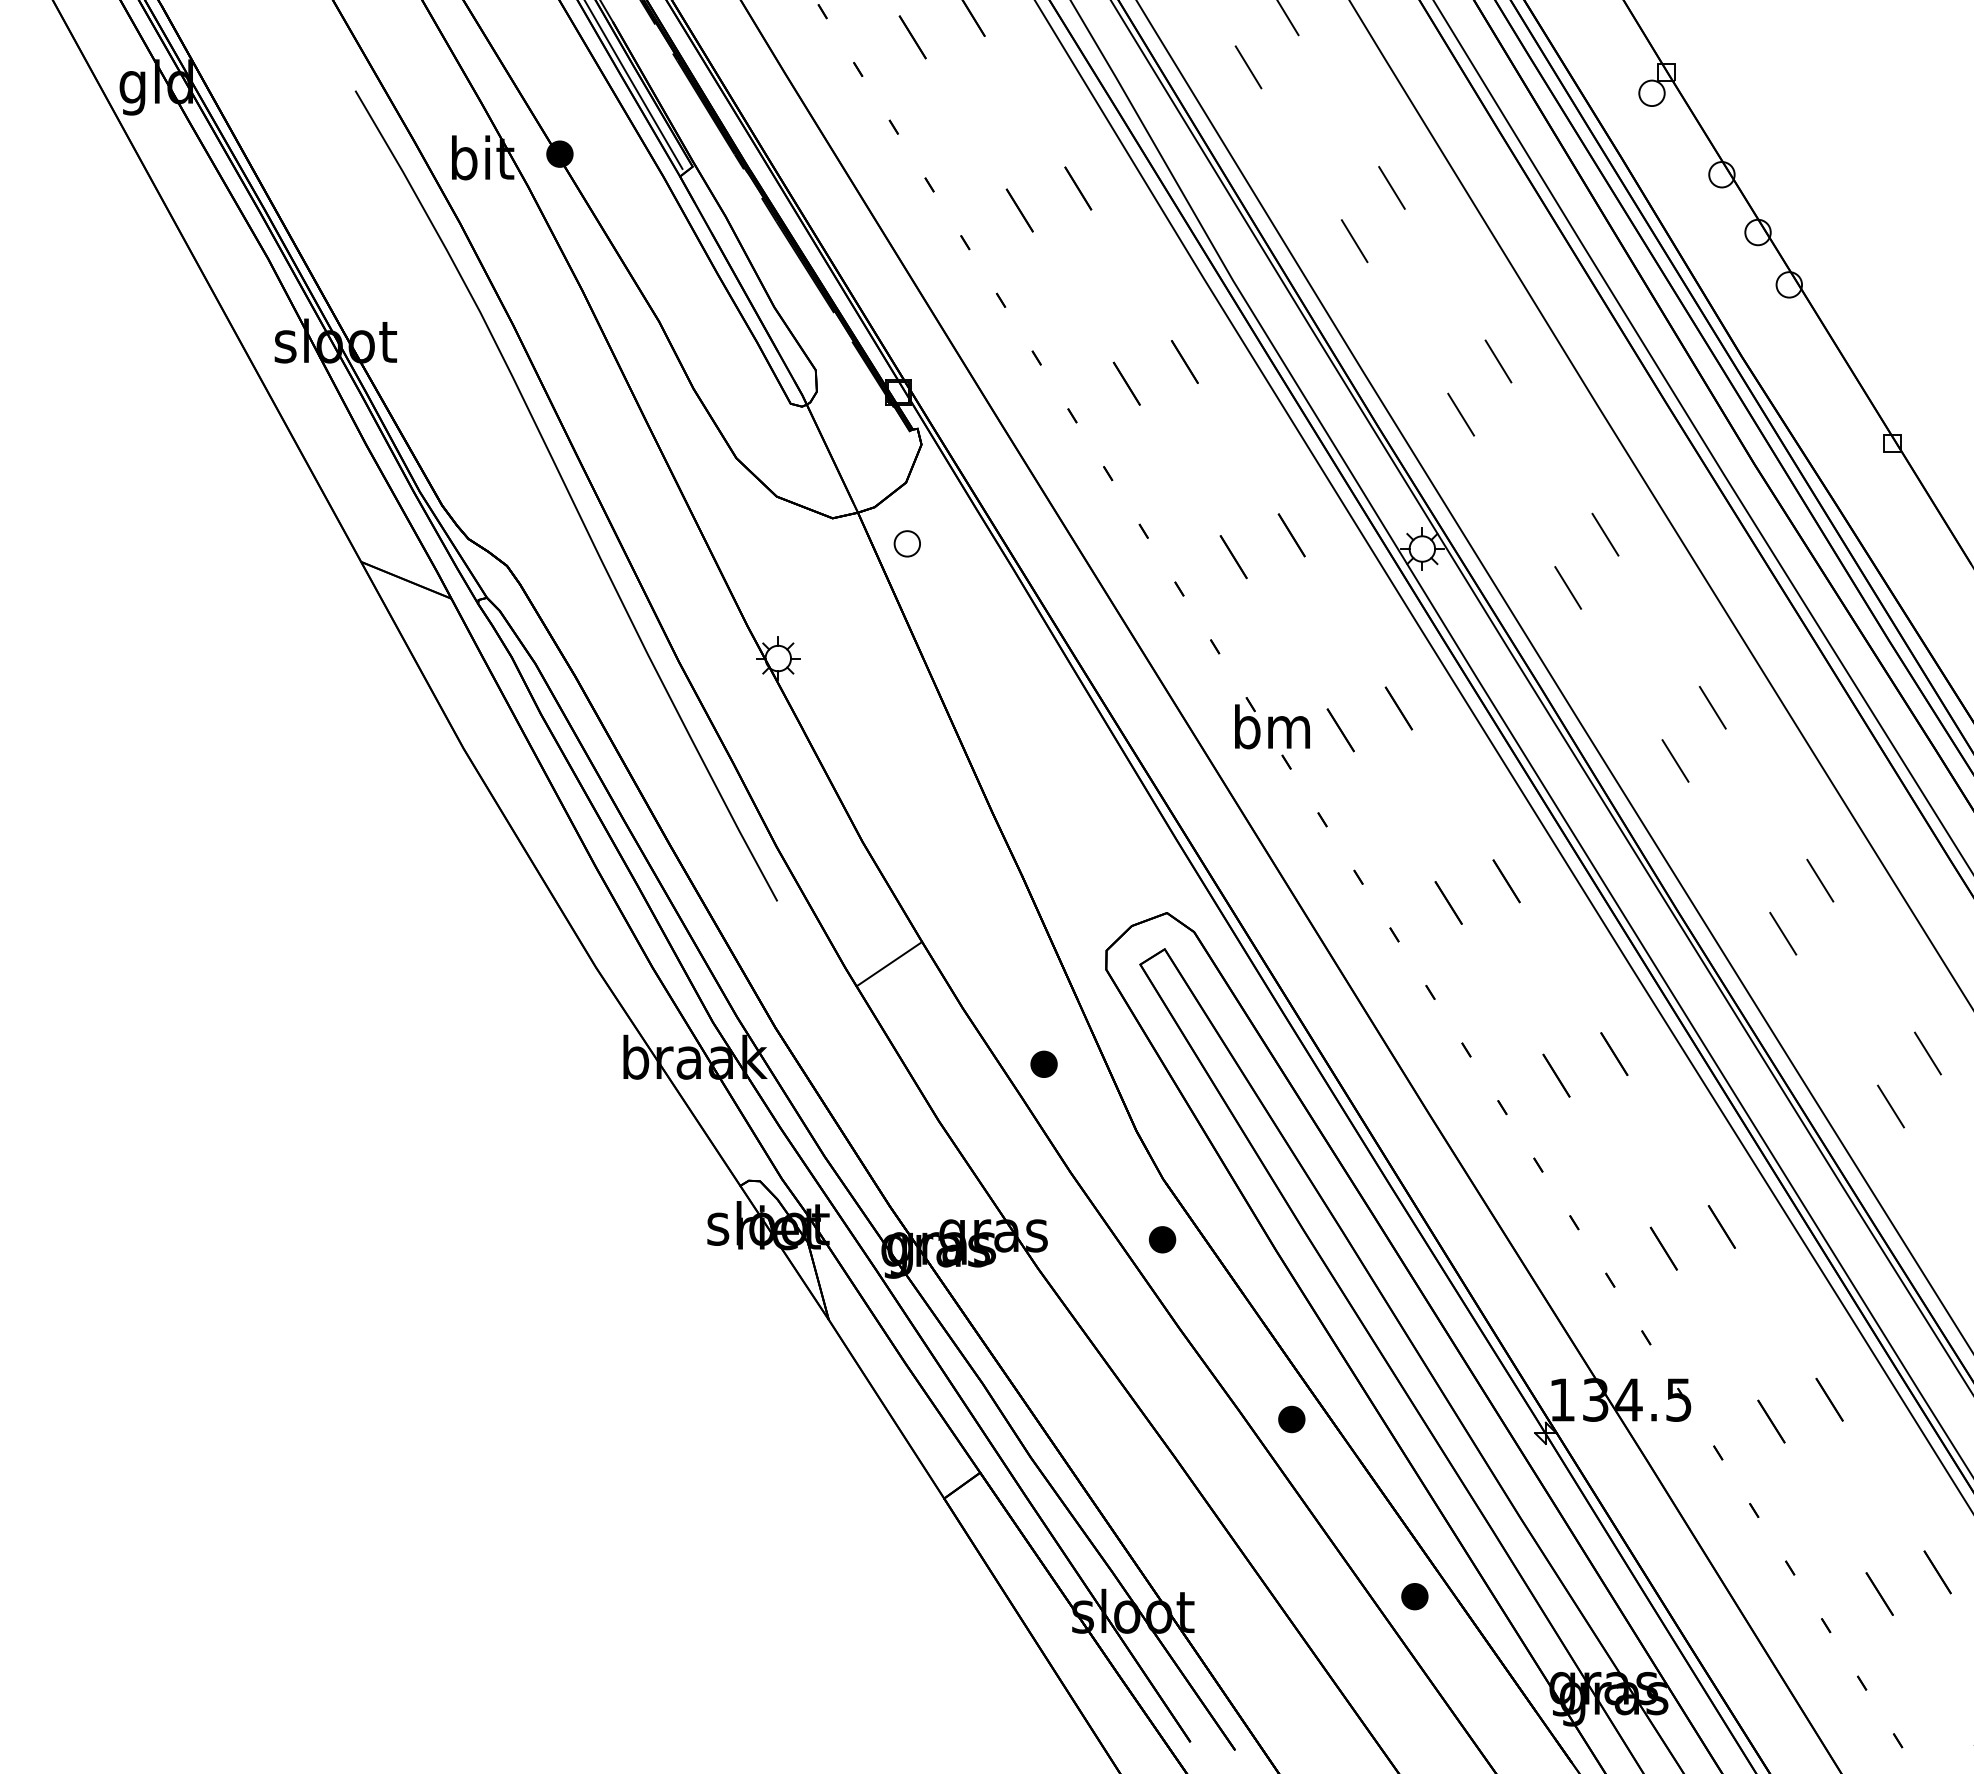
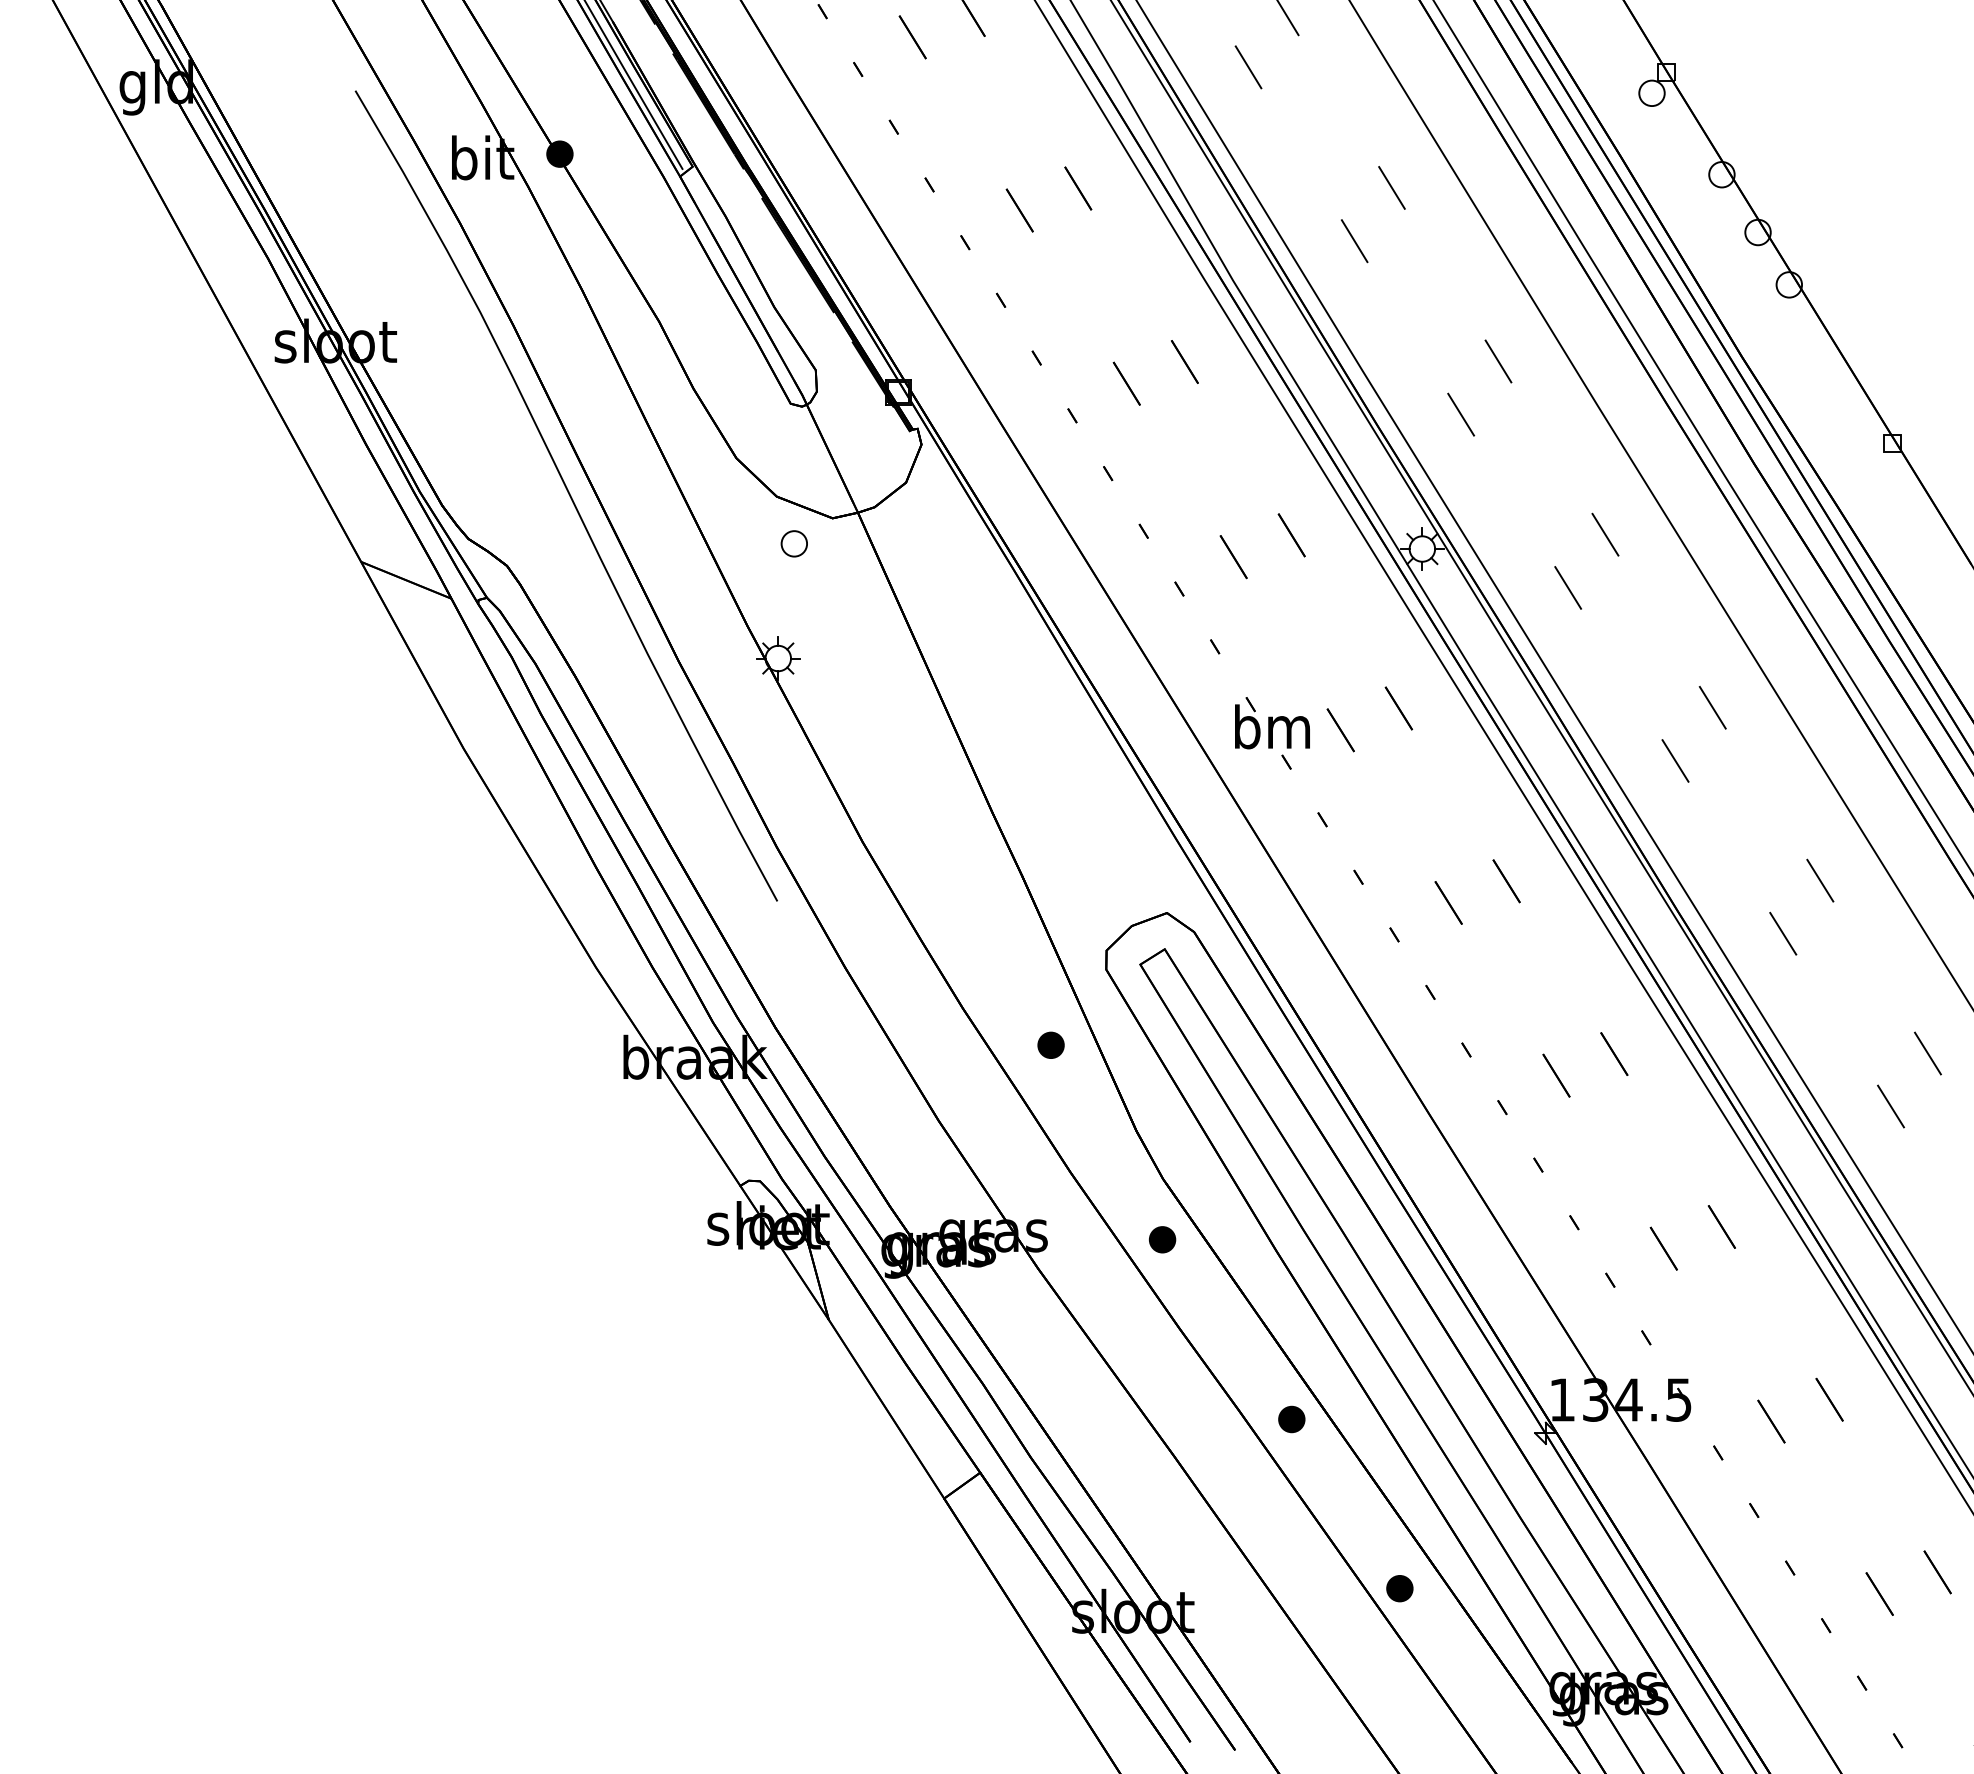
part at (906, 543) position: (906, 543) -> (793, 543)
line at (889, 964): present -> none
part at (1043, 1063) position: (1043, 1063) -> (1050, 1044)
part at (1414, 1596) position: (1414, 1596) -> (1399, 1588)
